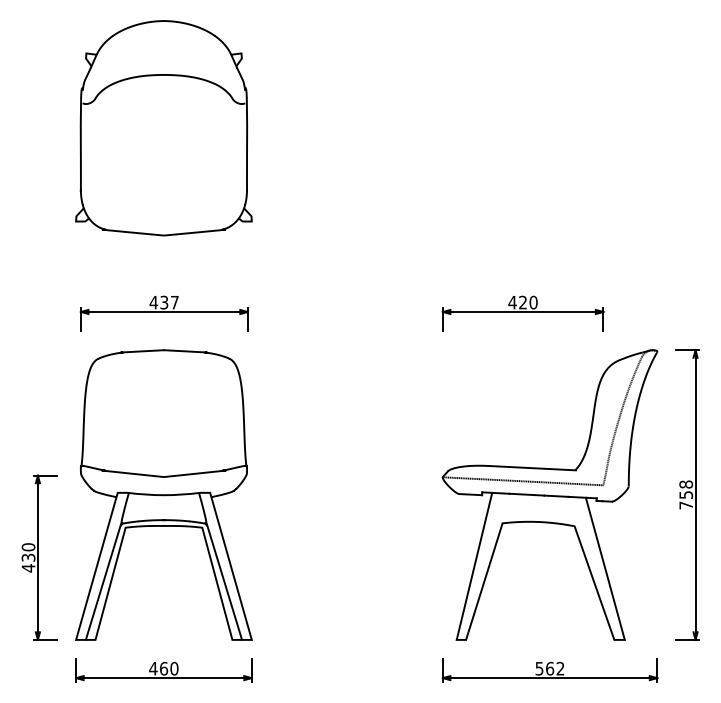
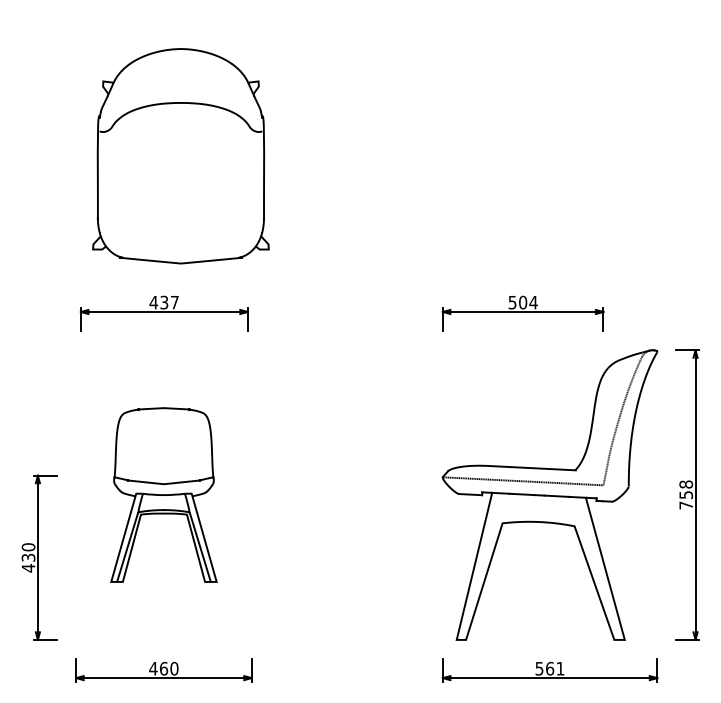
part at (163, 128) position: (163, 128) -> (180, 156)
text at (522, 302): 420 -> 504
part at (163, 494) size: 178x292 px -> 108x176 px
text at (560, 668): 562 -> 561
